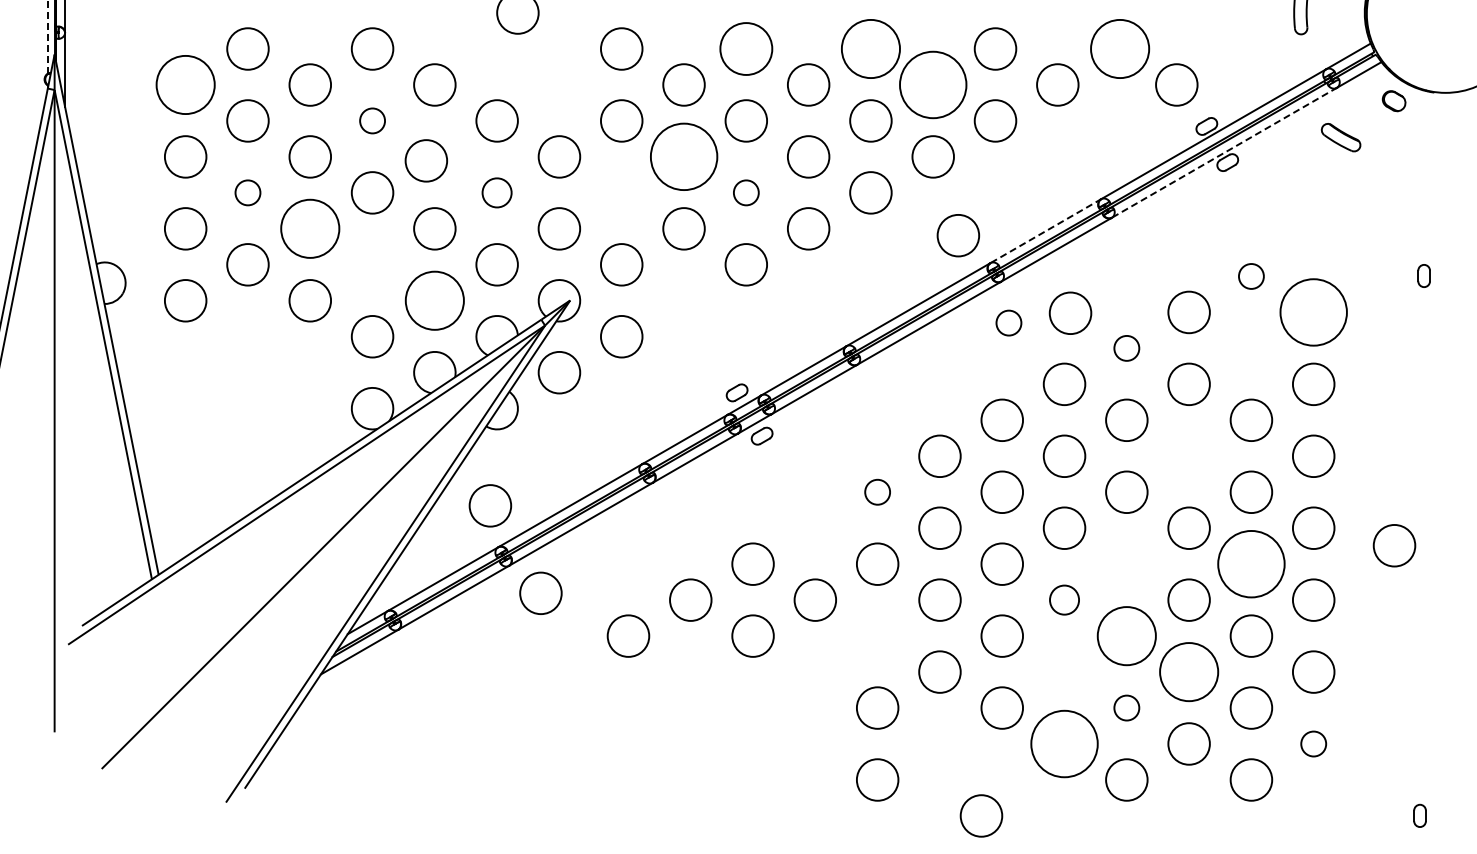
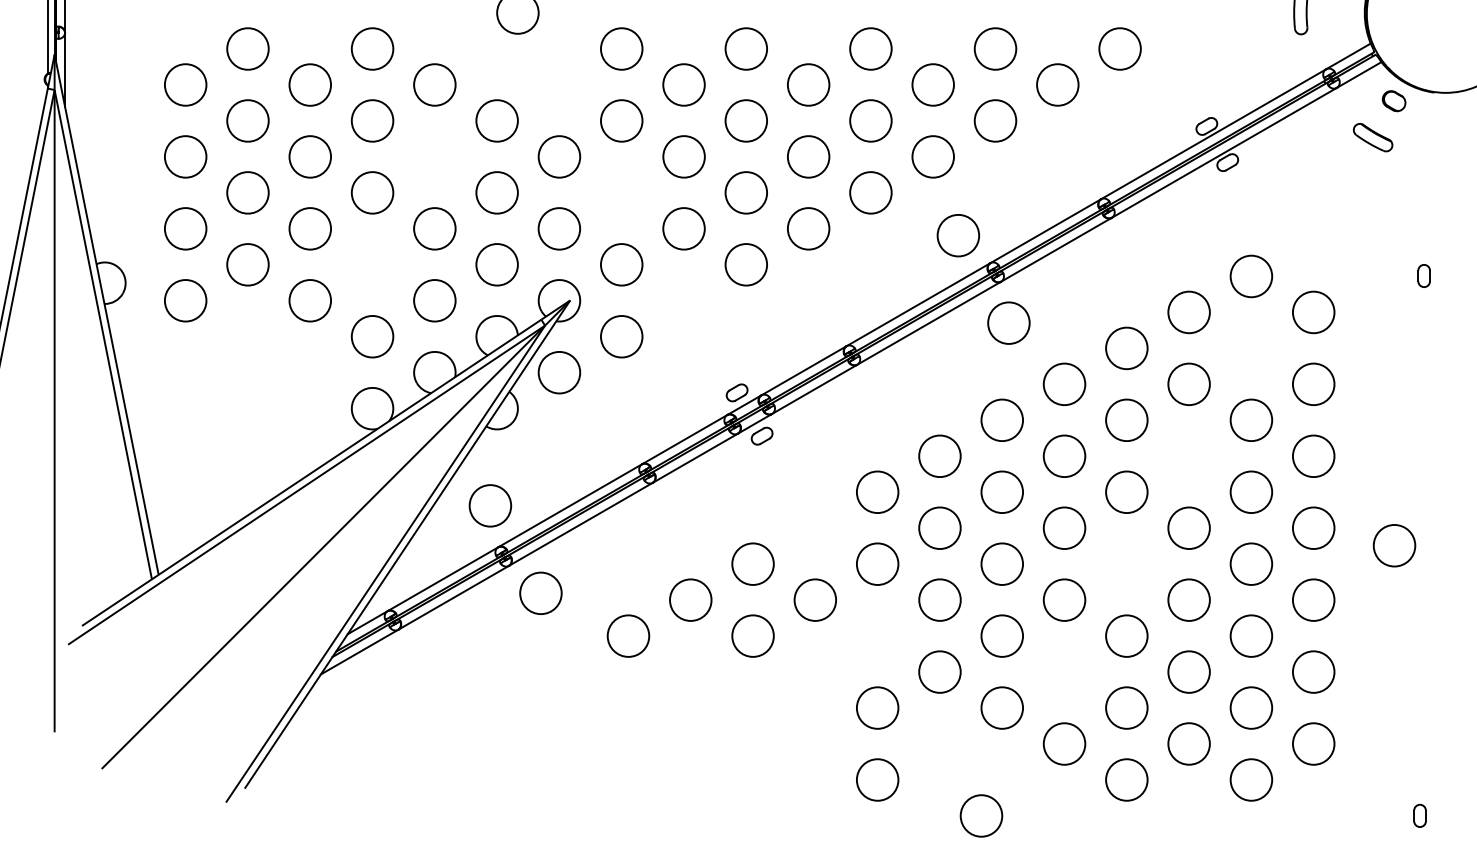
line at (48, 36): dashed -> solid
circle at (746, 48) diameter: 52 px -> 42 px
circle at (870, 48) diameter: 58 px -> 42 px
circle at (1120, 48) diameter: 58 px -> 42 px
circle at (185, 84) diameter: 58 px -> 42 px
circle at (933, 84) diameter: 66 px -> 42 px
circle at (1176, 84): present -> none
circle at (372, 120) diameter: 25 px -> 42 px
part at (1340, 137) position: (1340, 137) -> (1372, 137)
line at (1224, 152): dashed -> solid
circle at (683, 156) diameter: 66 px -> 42 px
circle at (425, 160): present -> none
circle at (247, 192) diameter: 25 px -> 42 px
circle at (496, 192) size: 32x32 px -> 44x44 px
circle at (745, 192) diameter: 25 px -> 42 px
circle at (310, 228) diameter: 58 px -> 42 px
line at (1046, 230): dashed -> solid
circle at (1250, 276) diameter: 25 px -> 42 px
circle at (434, 300) diameter: 58 px -> 42 px
circle at (1070, 312): present -> none
circle at (1313, 312) diameter: 66 px -> 42 px
circle at (1008, 322) size: 28x28 px -> 44x44 px
circle at (1126, 347) diameter: 25 px -> 42 px
circle at (877, 491) diameter: 25 px -> 42 px
circle at (1251, 563) diameter: 66 px -> 42 px
circle at (1064, 599) size: 31x32 px -> 45x44 px
circle at (1126, 636) diameter: 58 px -> 42 px
circle at (1189, 672) diameter: 58 px -> 42 px
circle at (1126, 707) diameter: 25 px -> 42 px
circle at (1064, 743) diameter: 66 px -> 42 px
circle at (1313, 743) diameter: 25 px -> 42 px
